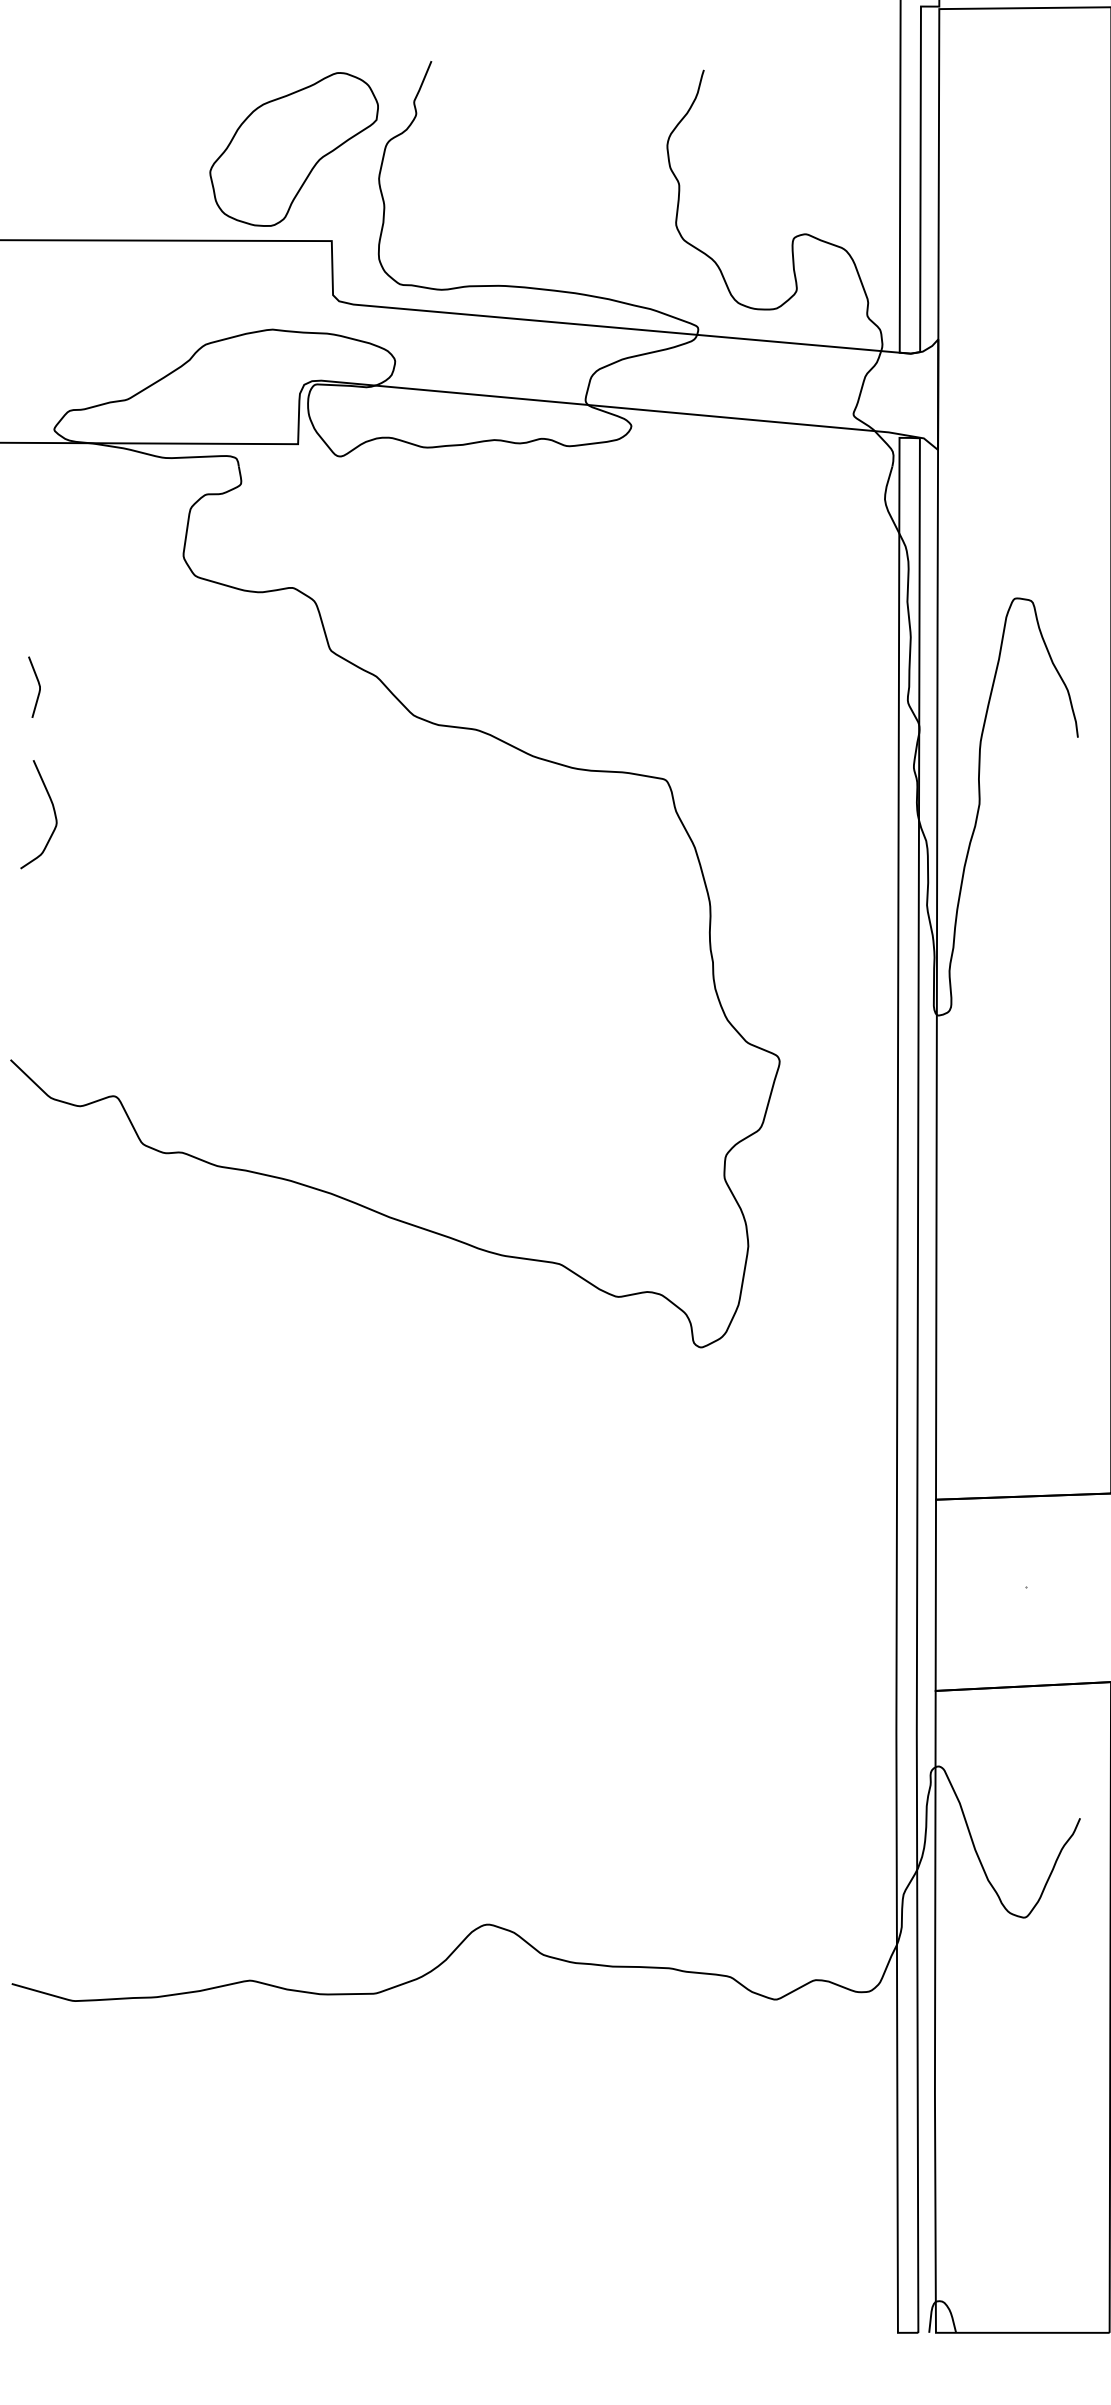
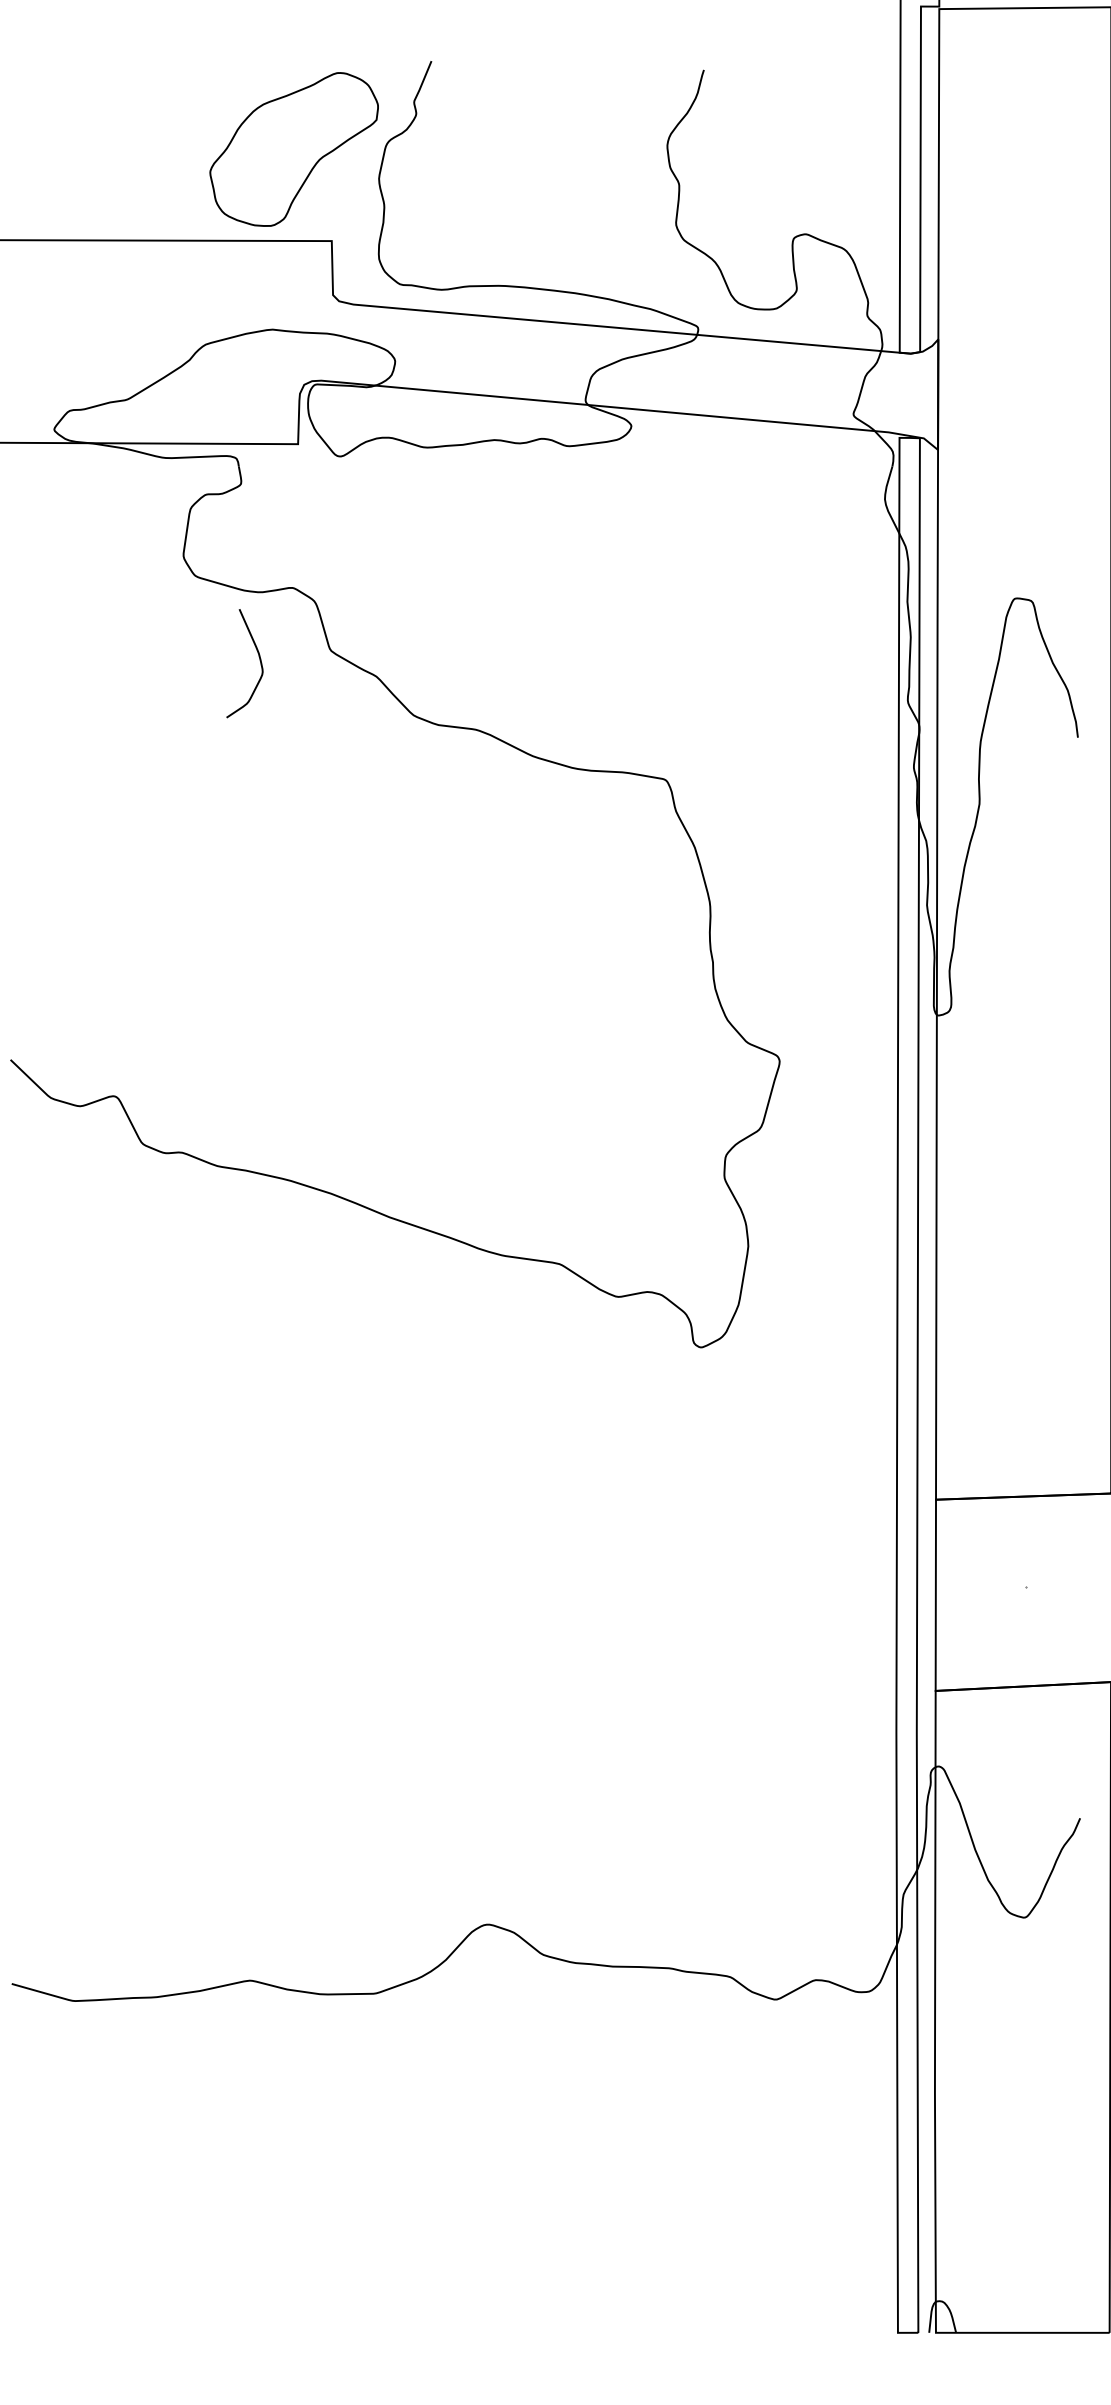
curve at (38, 685): present -> none
curve at (53, 811) position: (53, 811) -> (259, 660)
